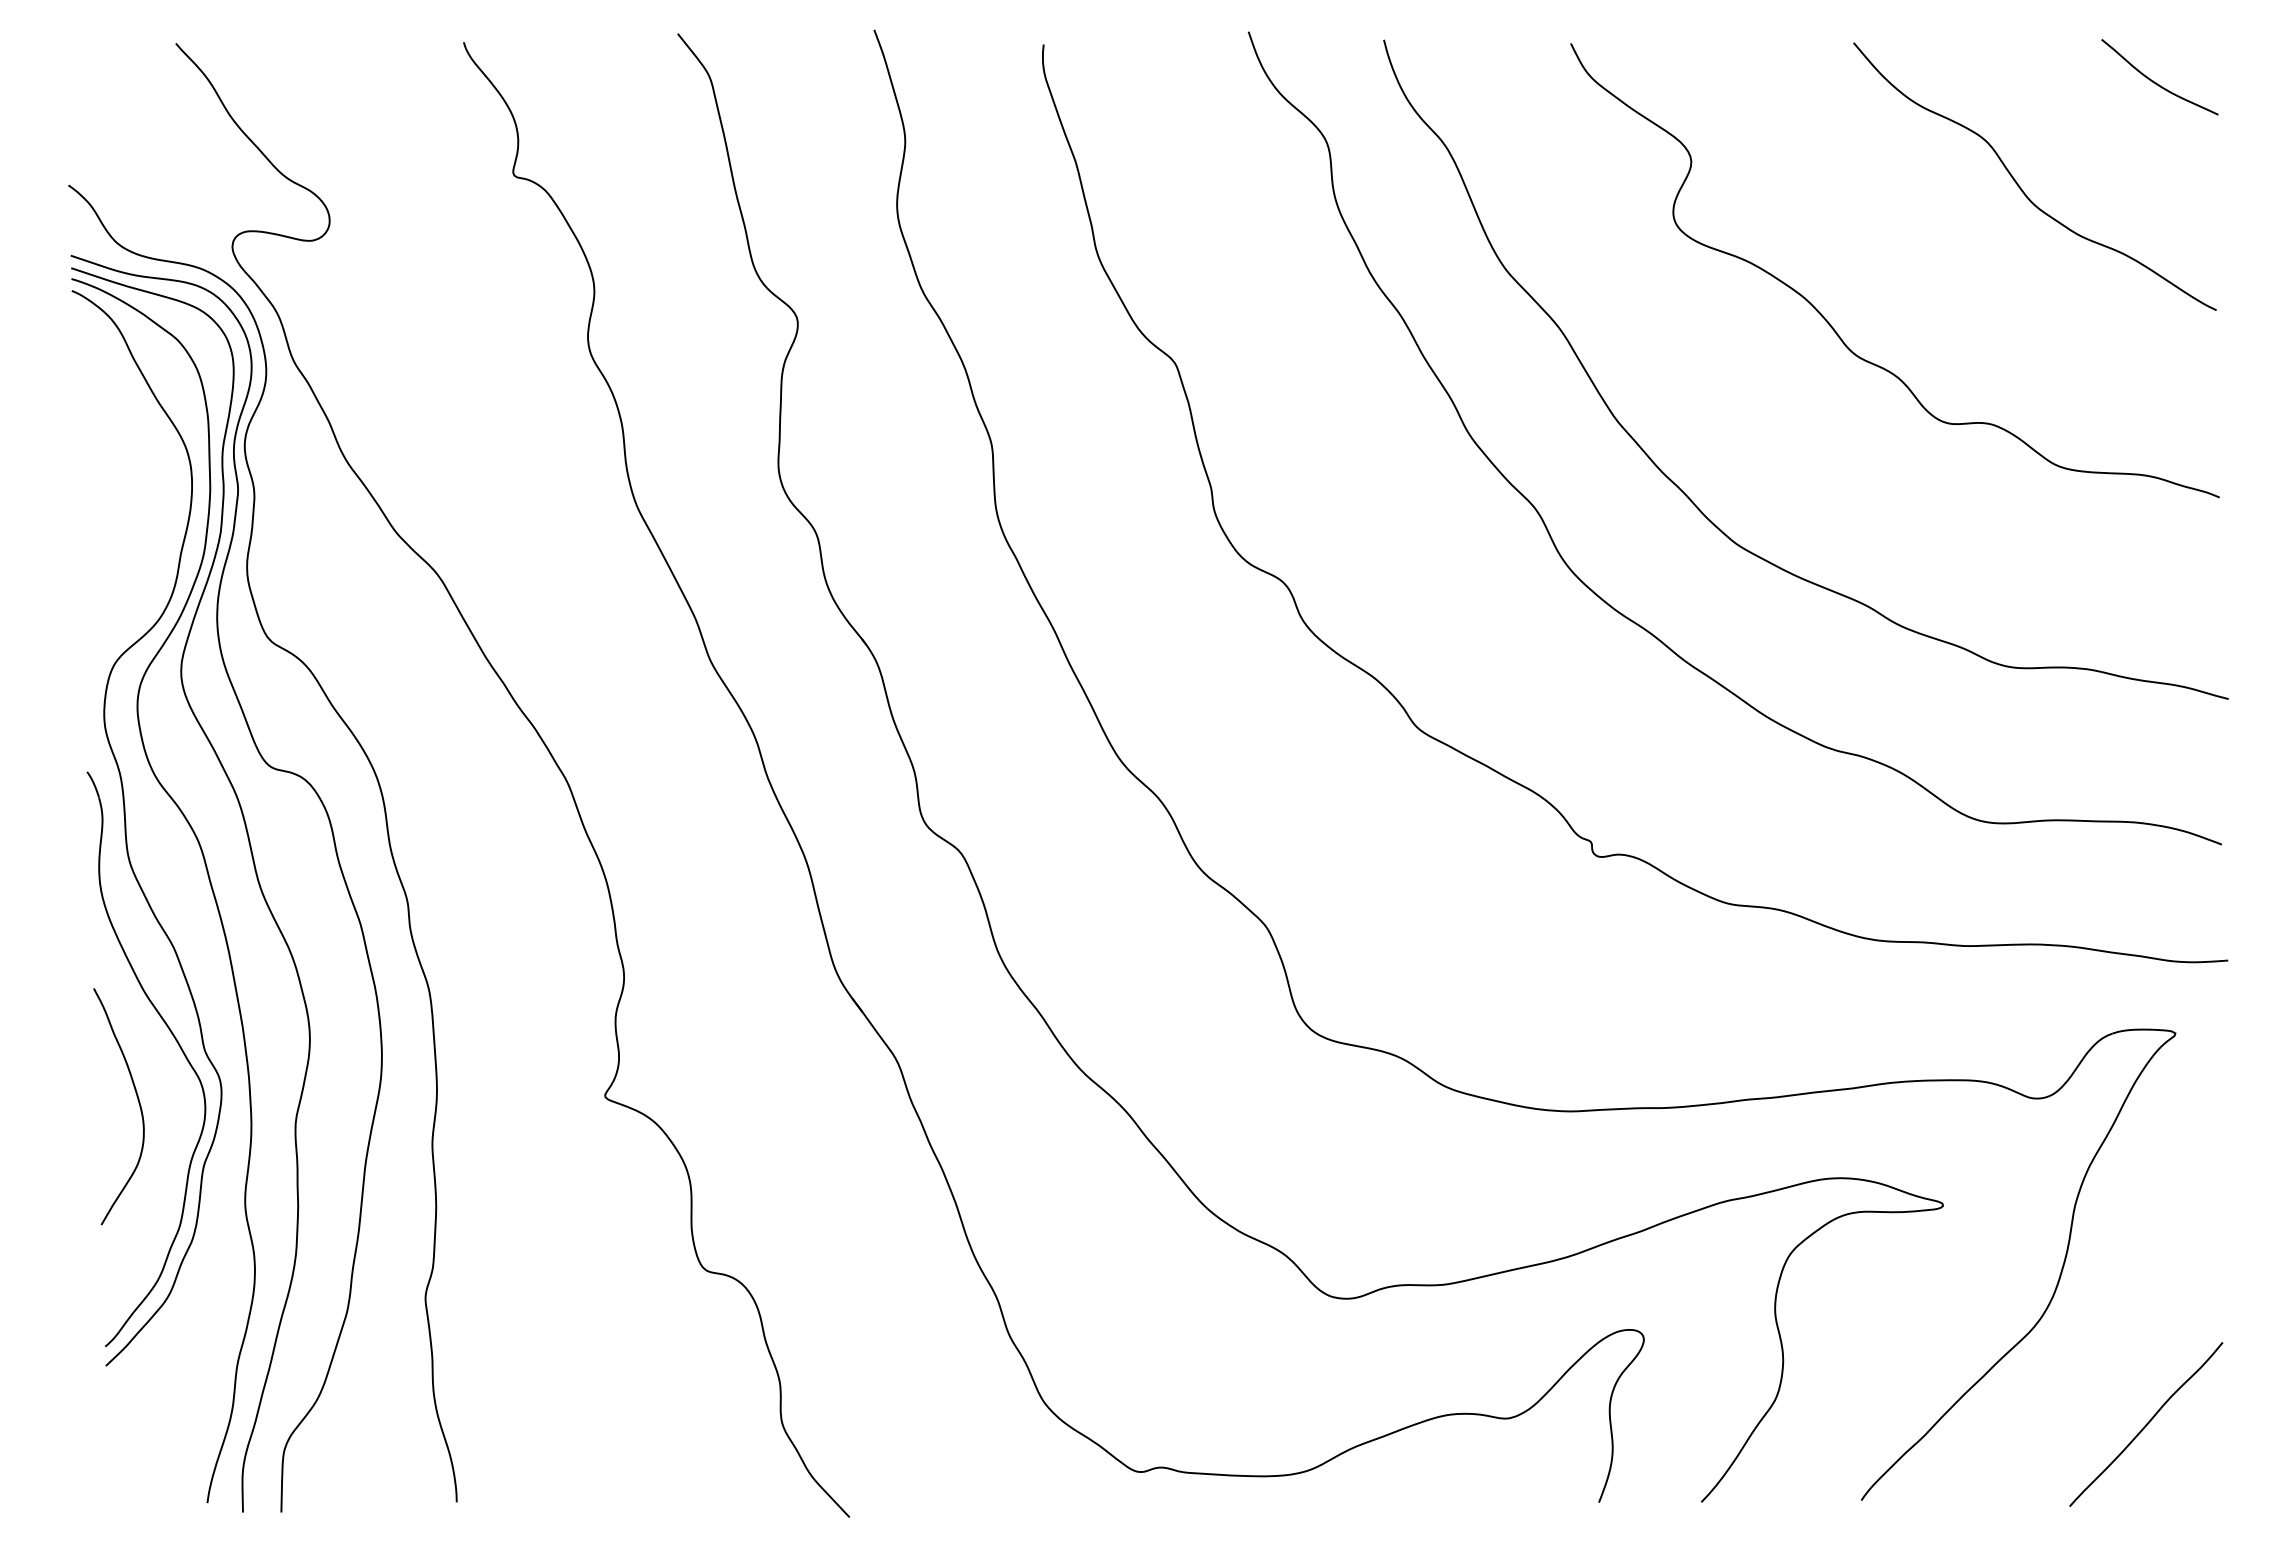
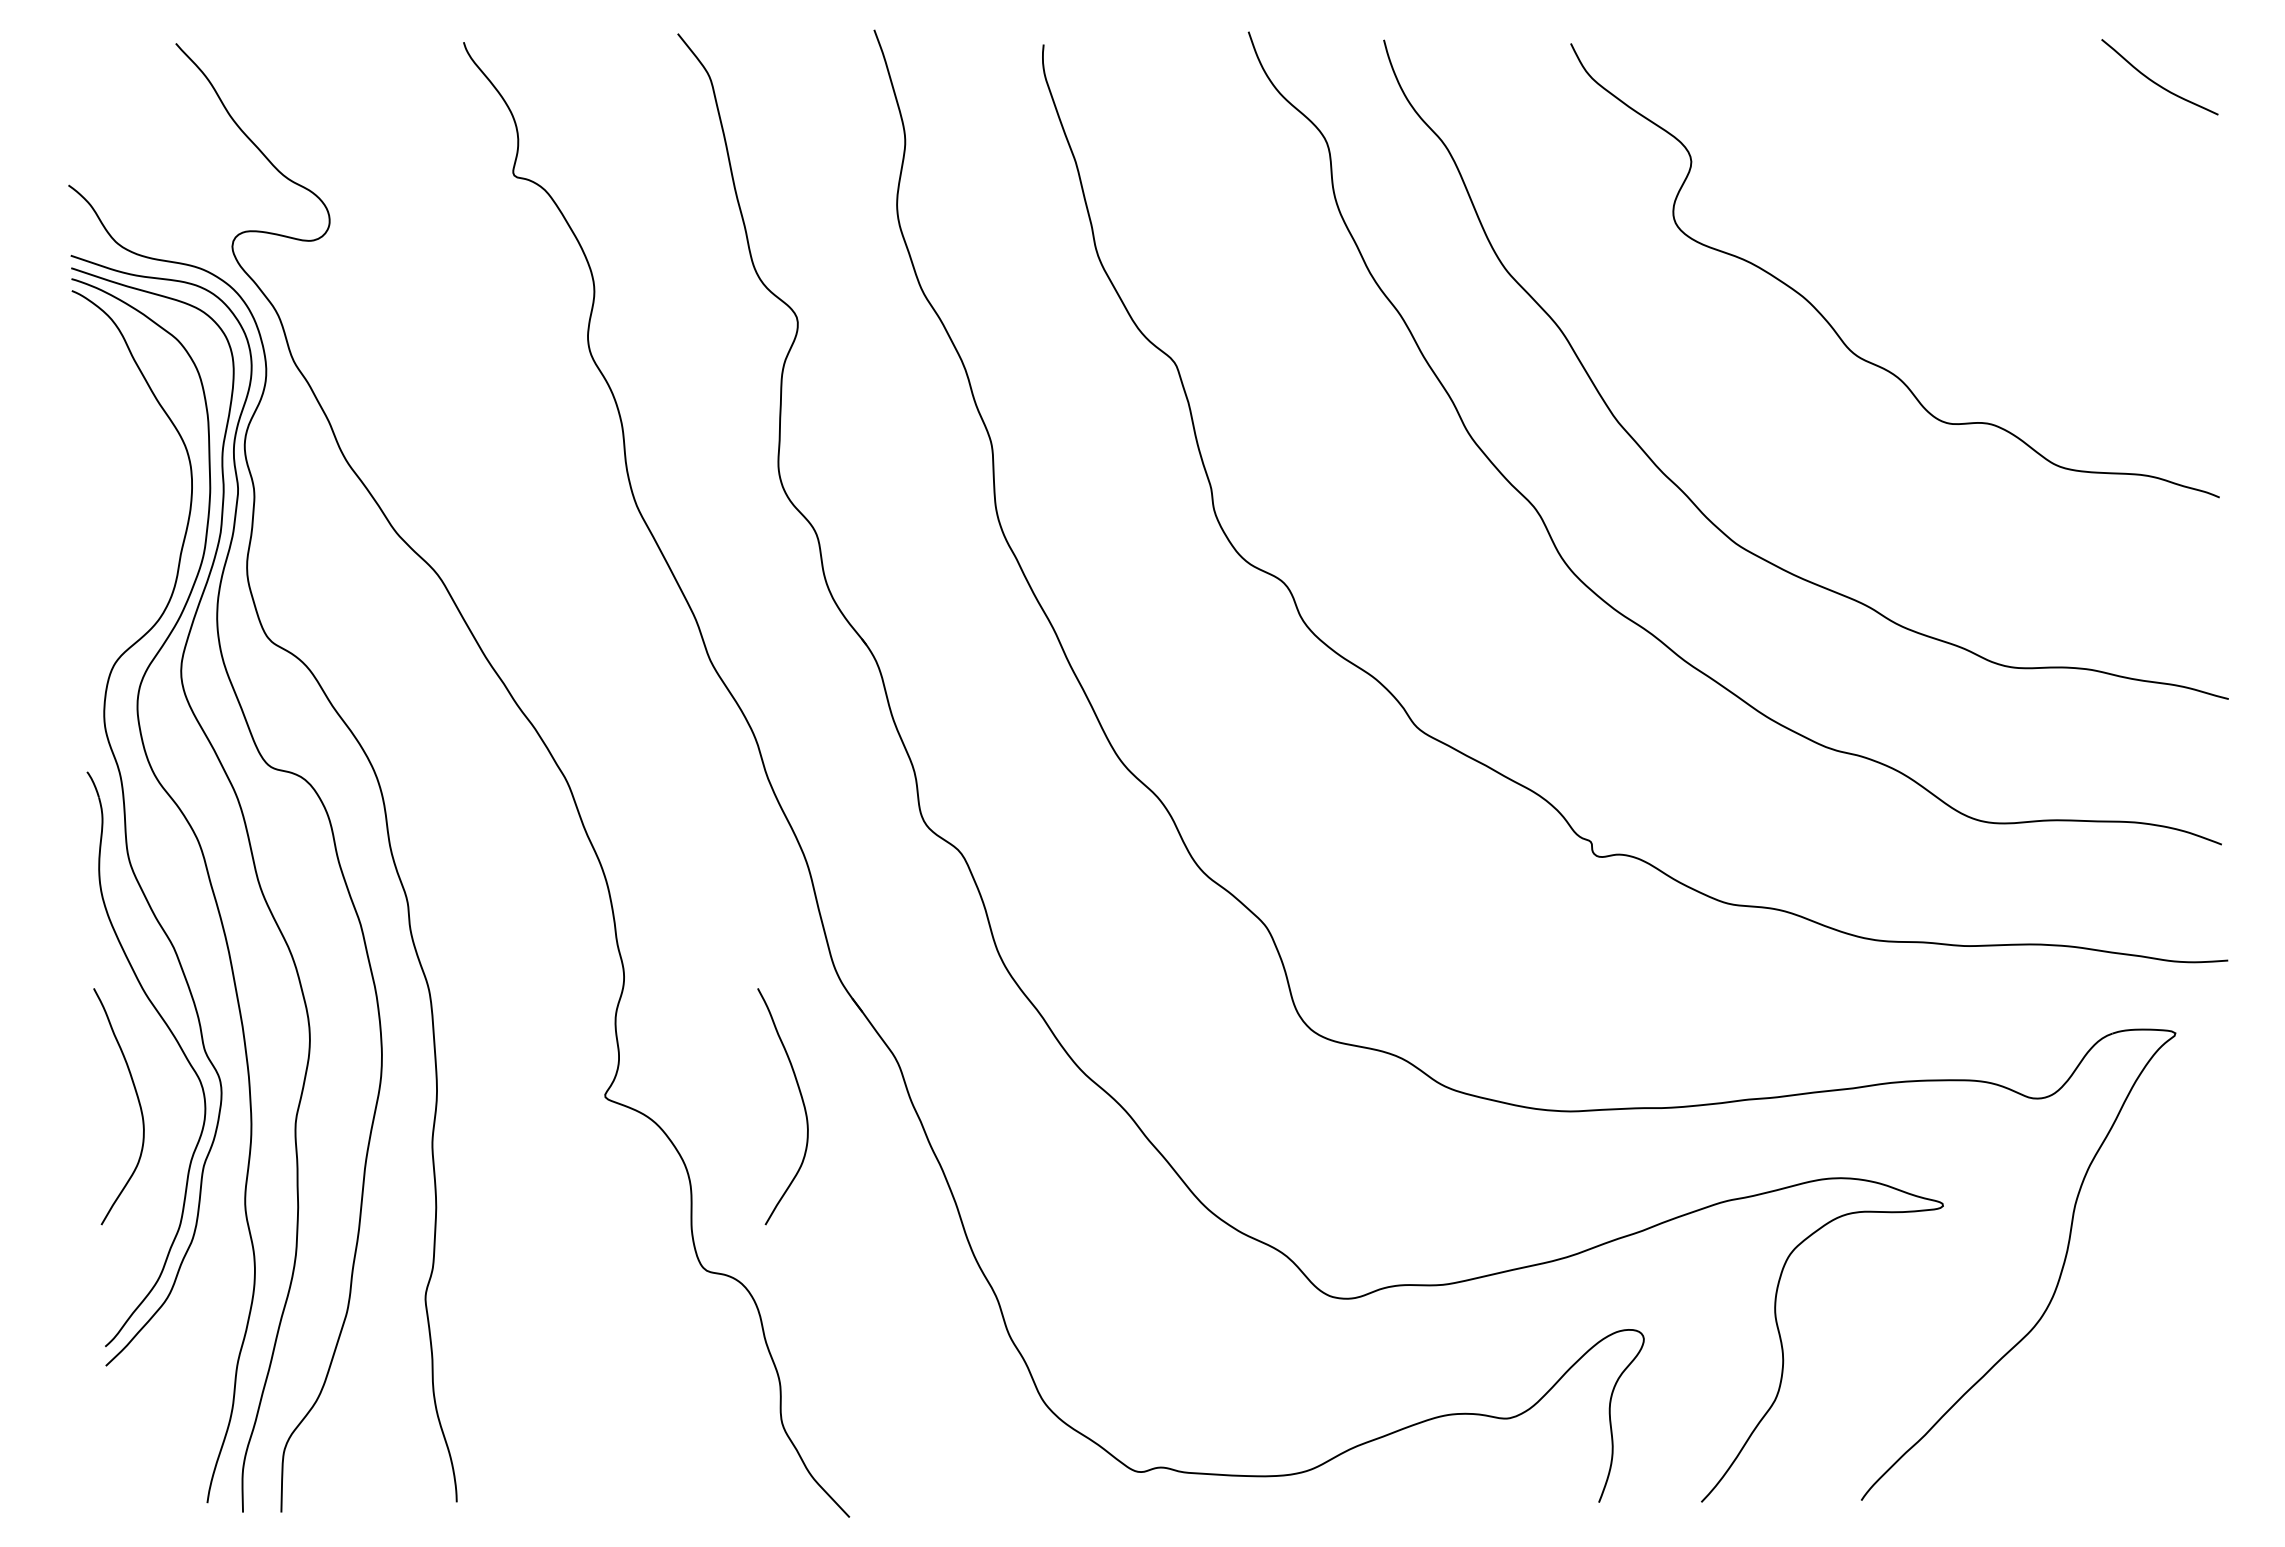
curve at (2020, 186): present -> none
curve at (801, 1100): none -> present
curve at (2146, 1424): present -> none
